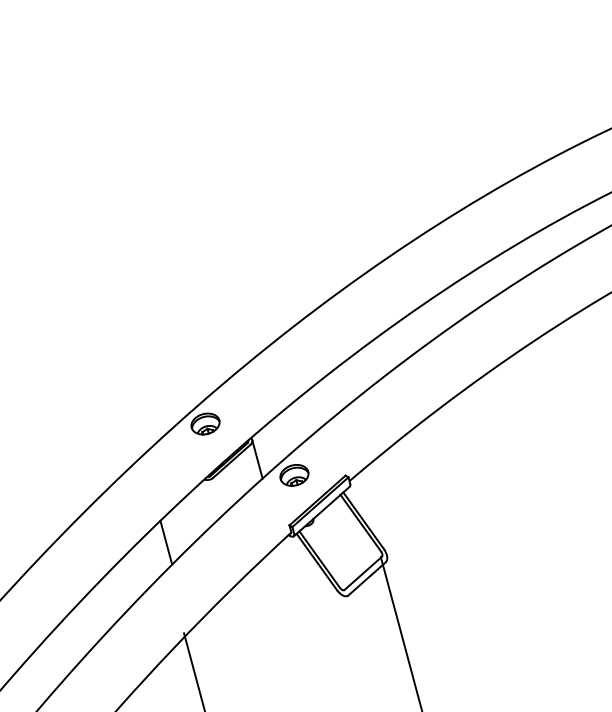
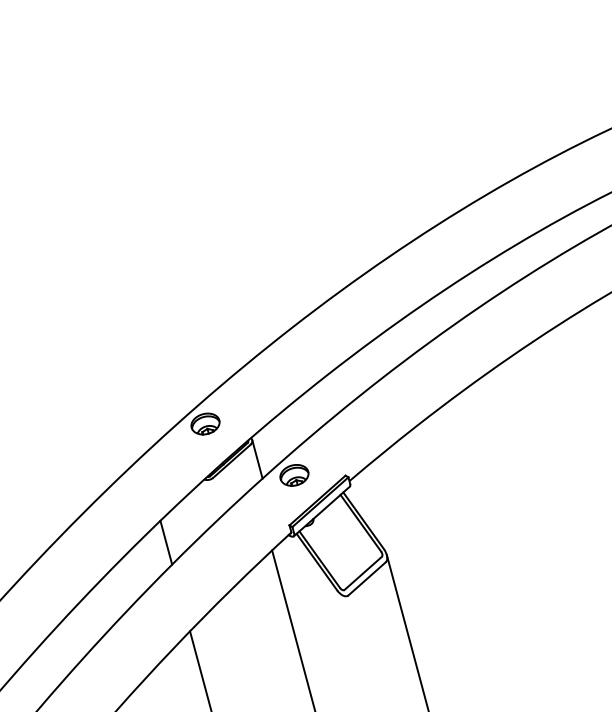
line at (293, 629): none -> present
line at (400, 632) position: (400, 632) -> (407, 631)
line at (194, 670) position: (194, 670) -> (200, 669)
